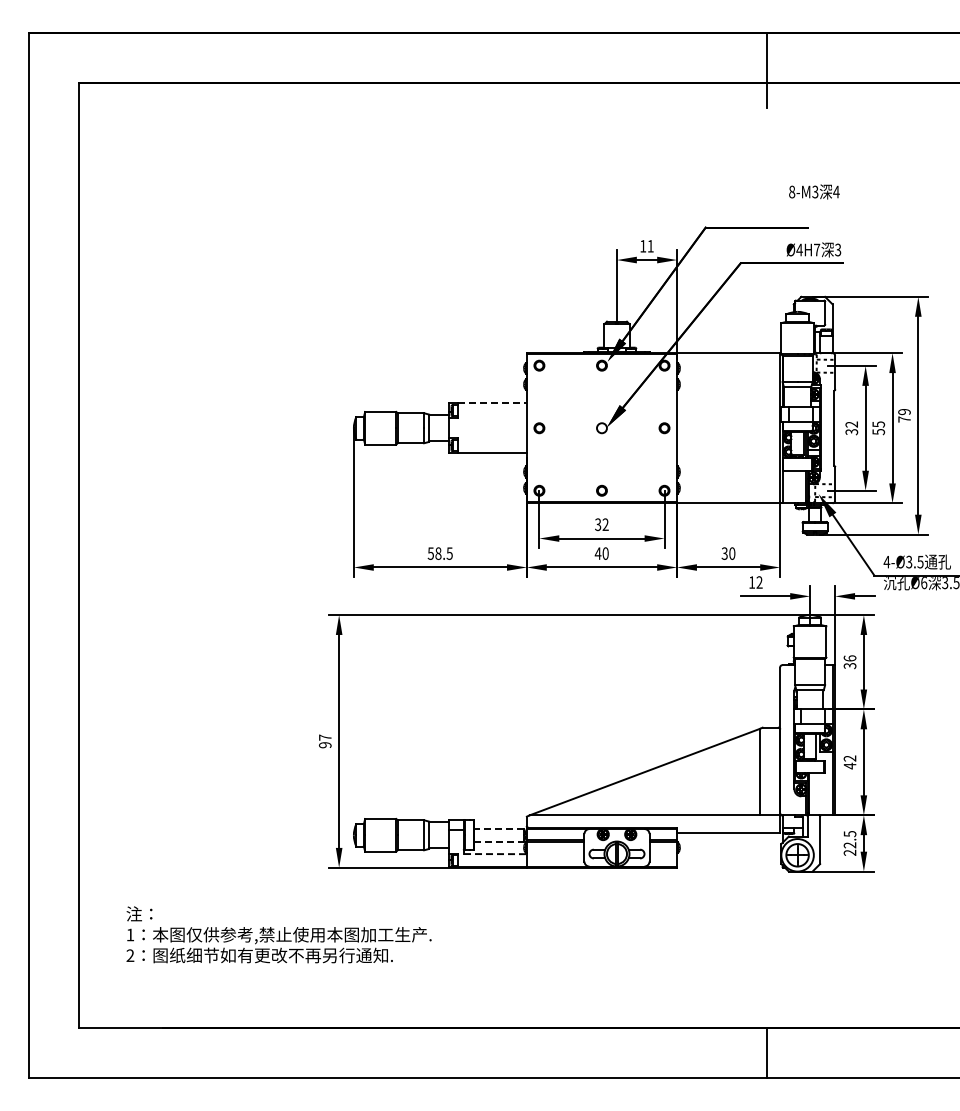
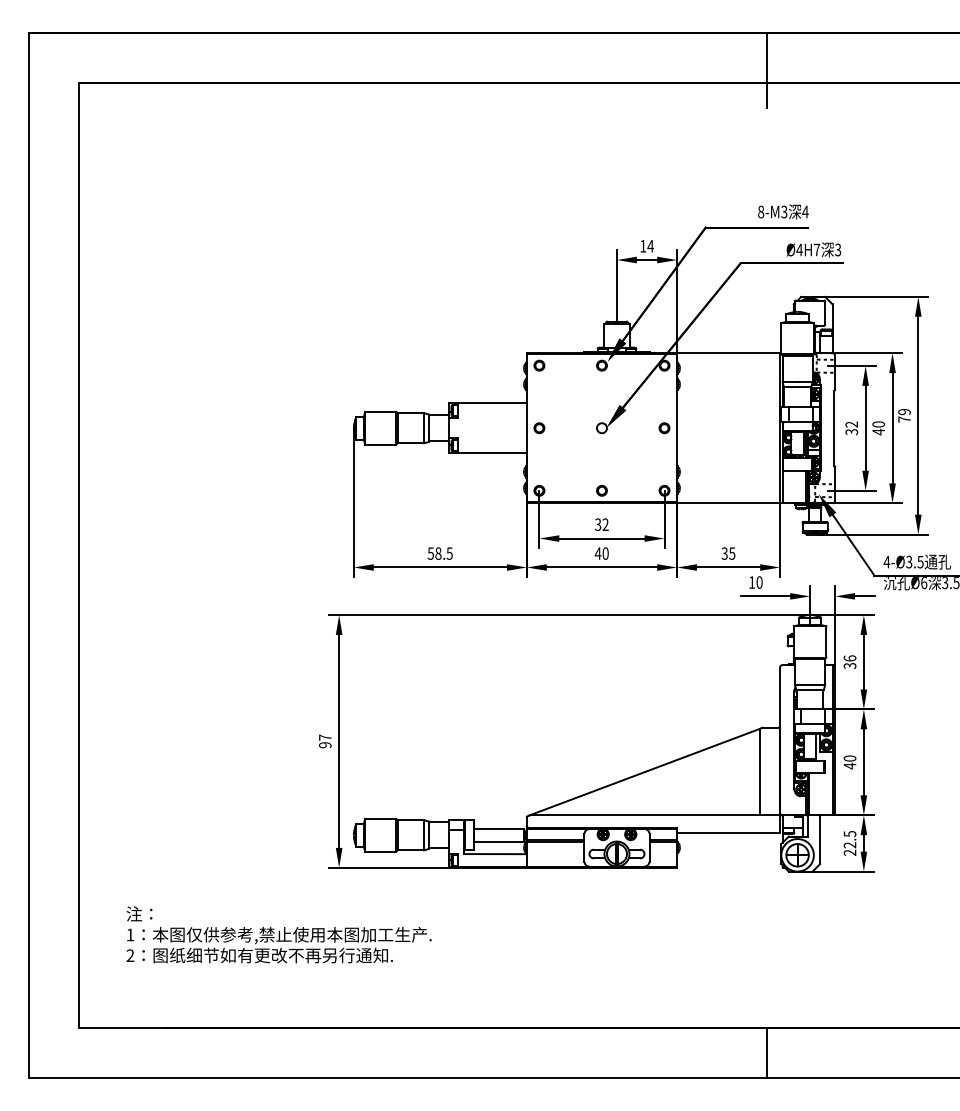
text at (814, 191) position: (814, 191) -> (783, 211)
text at (650, 246): 11 -> 14
line at (492, 403): dashed -> solid
text at (878, 428): 55 -> 40
text at (732, 553): 30 -> 35
text at (759, 582): 12 -> 10
text at (849, 758): 42 -> 40
line at (499, 829): dashed -> solid
line at (499, 841): dashed -> solid
line at (495, 854): dashed -> solid
